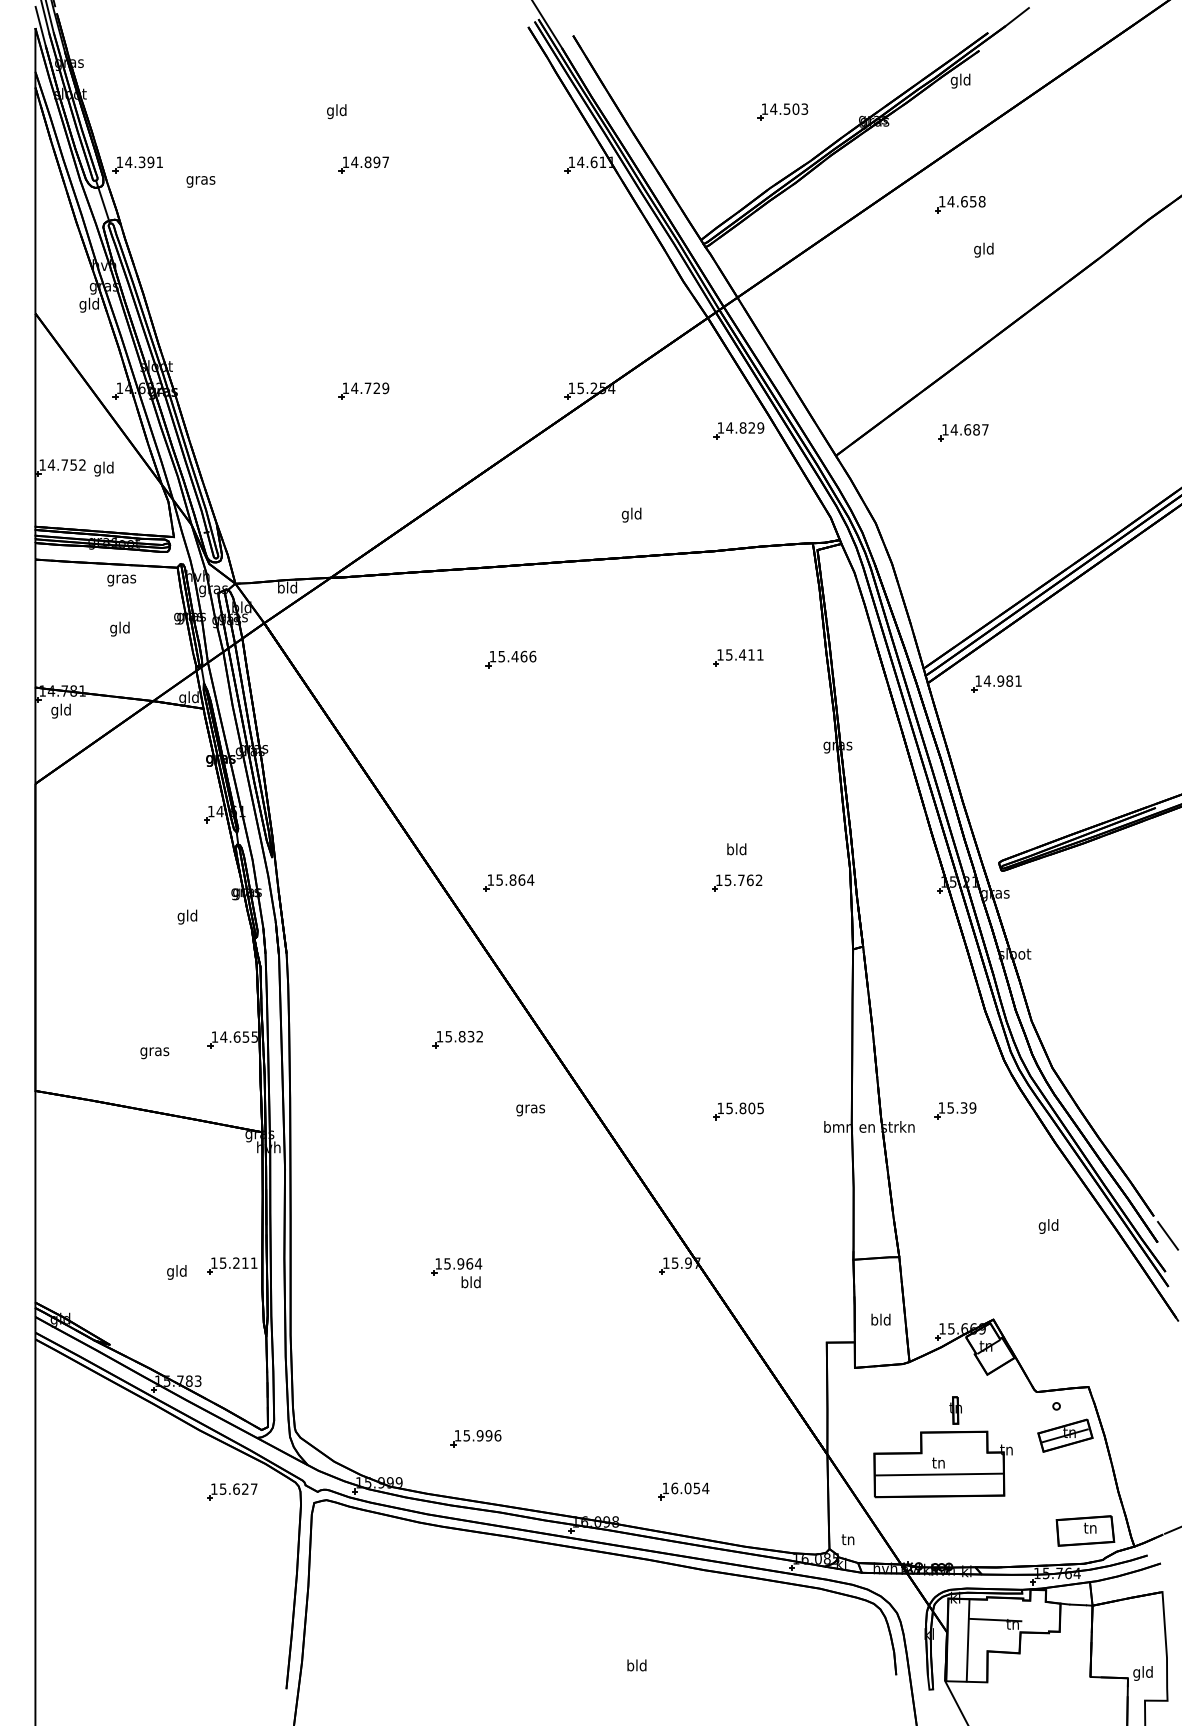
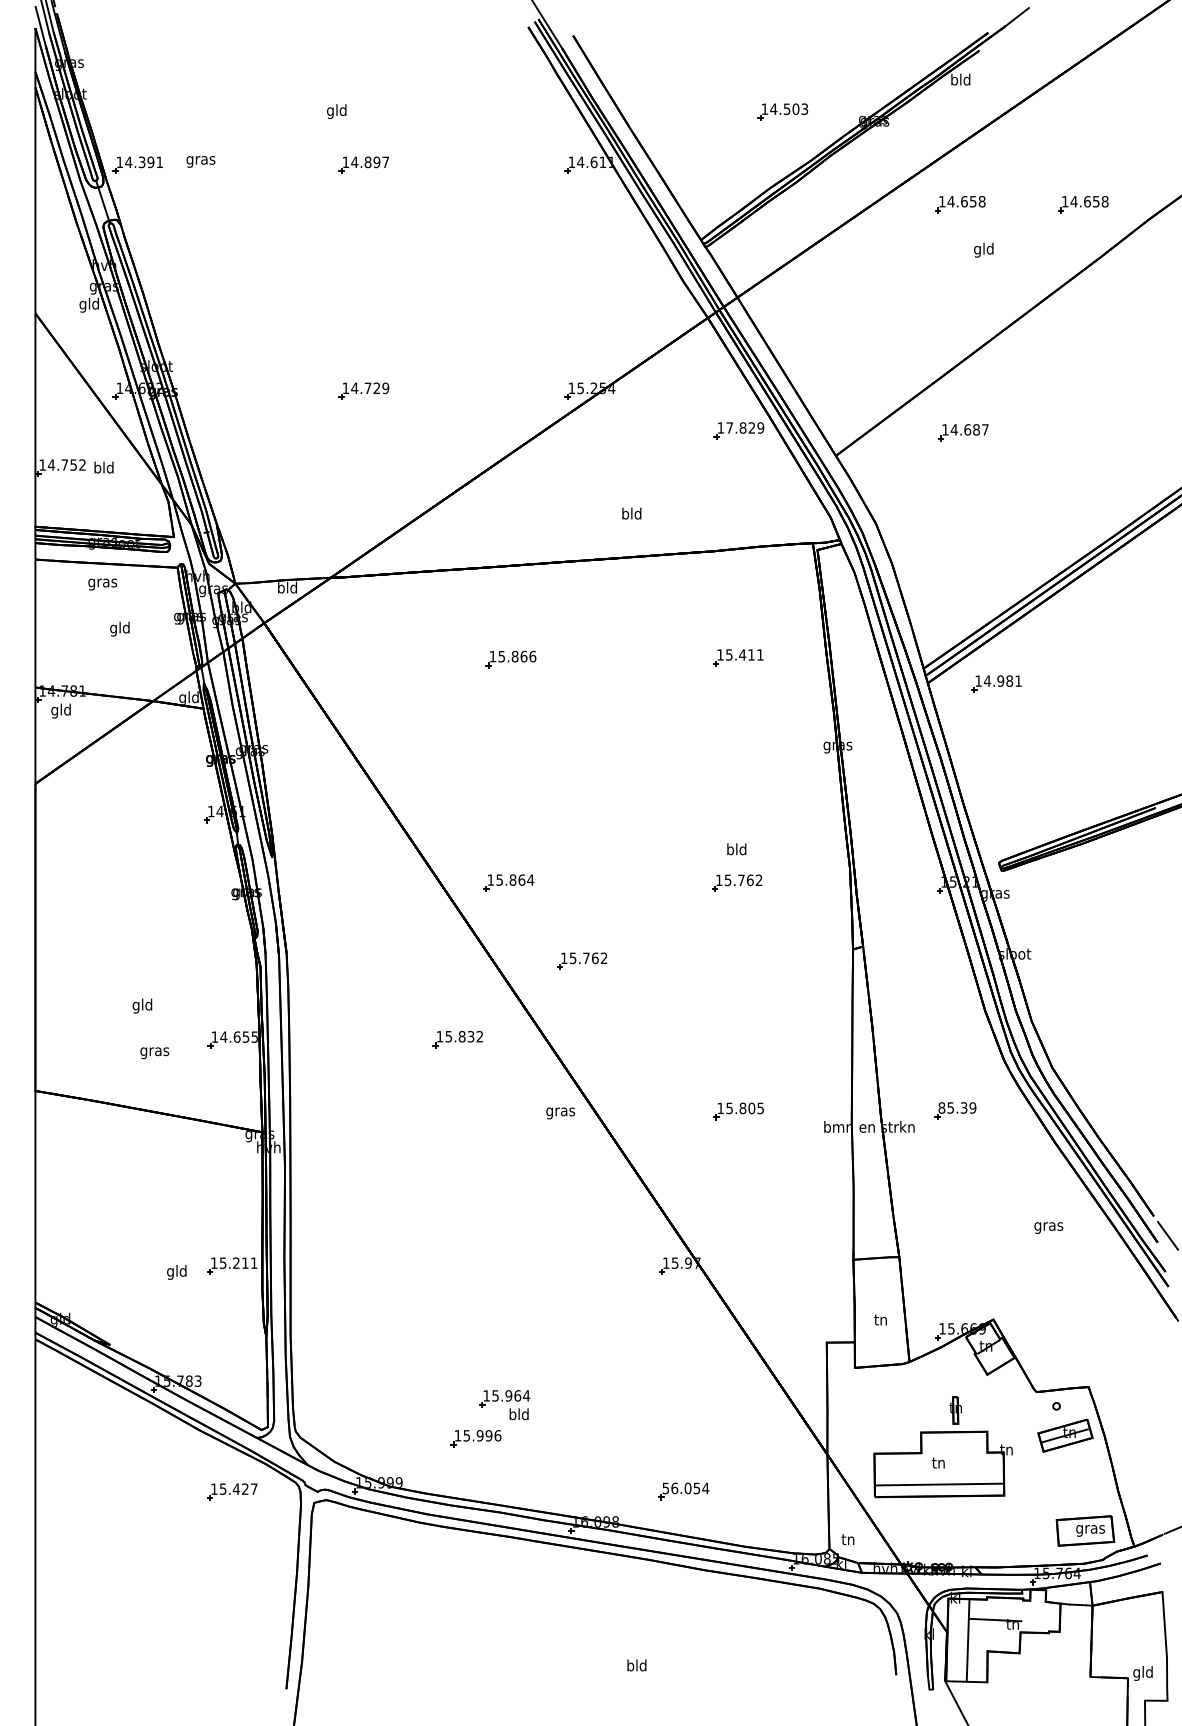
text at (954, 80): gld -> bld
text at (200, 181) position: (200, 181) -> (200, 161)
part at (1083, 204): none -> present
text at (729, 427): 14.829 -> 17.829
text at (97, 468): gld -> bld
text at (625, 514): gld -> bld
text at (121, 580) position: (121, 580) -> (102, 584)
text at (514, 656): 15.466 -> 15.866
text at (187, 916) position: (187, 916) -> (142, 1005)
part at (582, 960): none -> present
text at (941, 1107): 15.39 -> 85.39
text at (530, 1110) position: (530, 1110) -> (560, 1113)
text at (1048, 1226): gld -> gras
part at (456, 1273) position: (456, 1273) -> (504, 1405)
text at (880, 1319): bld -> tn
line at (939, 1474) position: (939, 1474) -> (939, 1484)
text at (236, 1488): 15.627 -> 15.427
text at (665, 1488): 16.054 -> 56.054
text at (1090, 1529): tn -> gras
